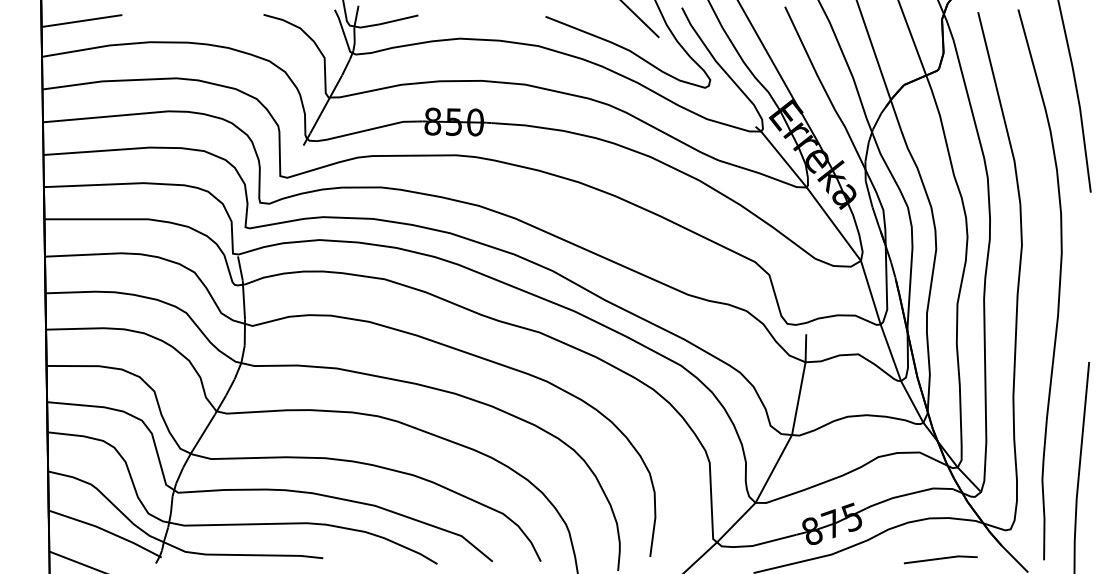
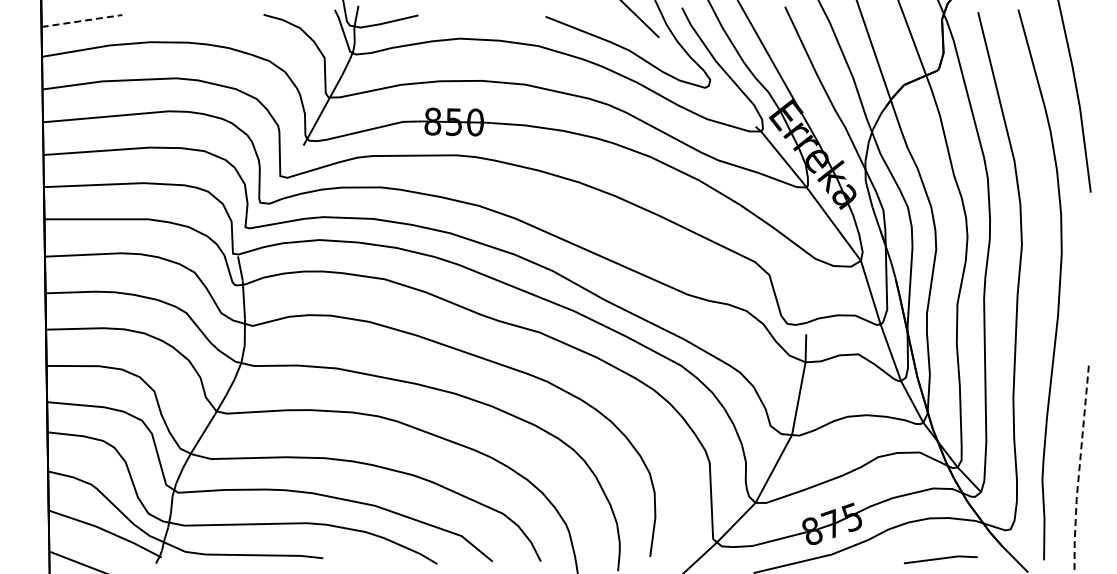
line at (81, 21): solid -> dashed
line at (1079, 468): solid -> dashed
